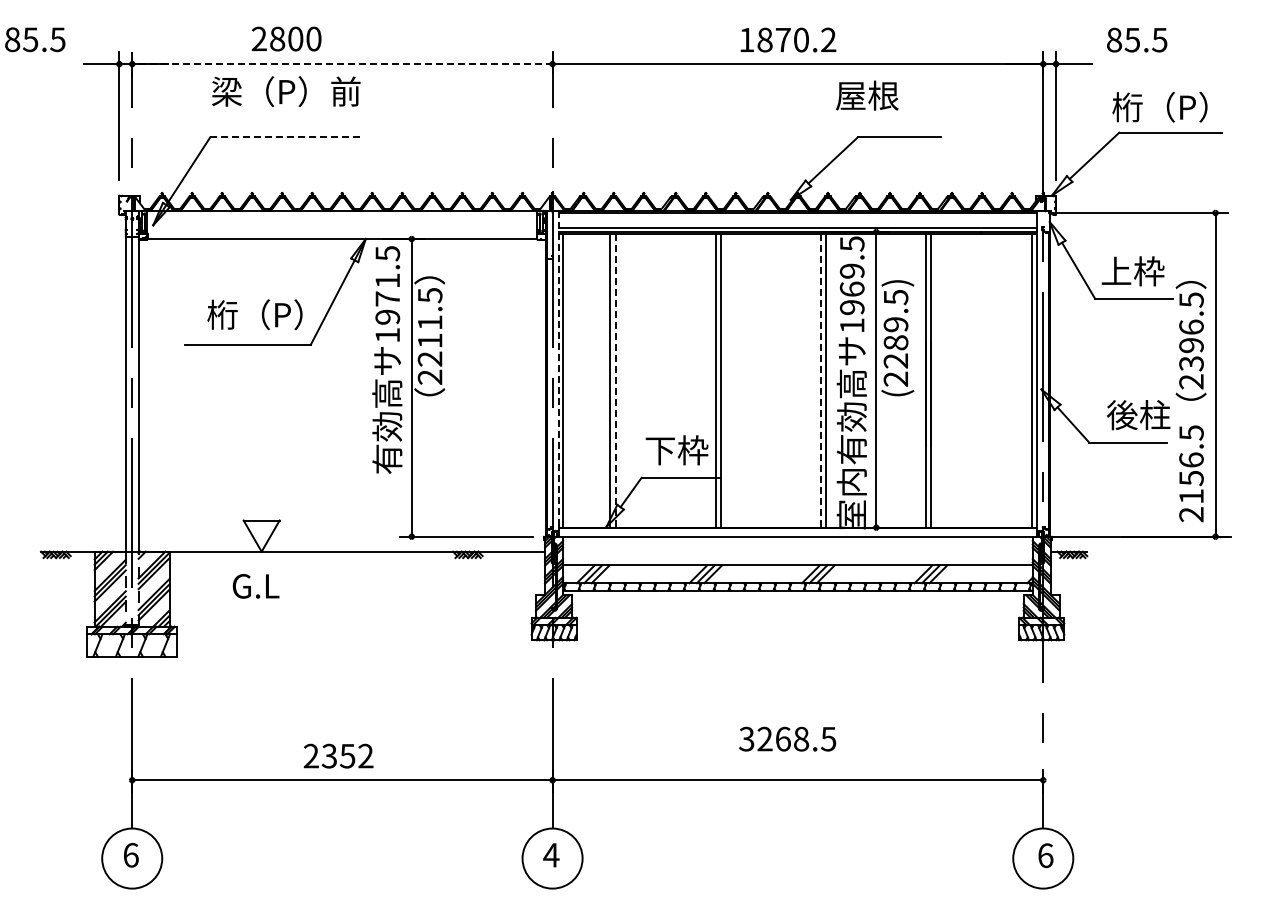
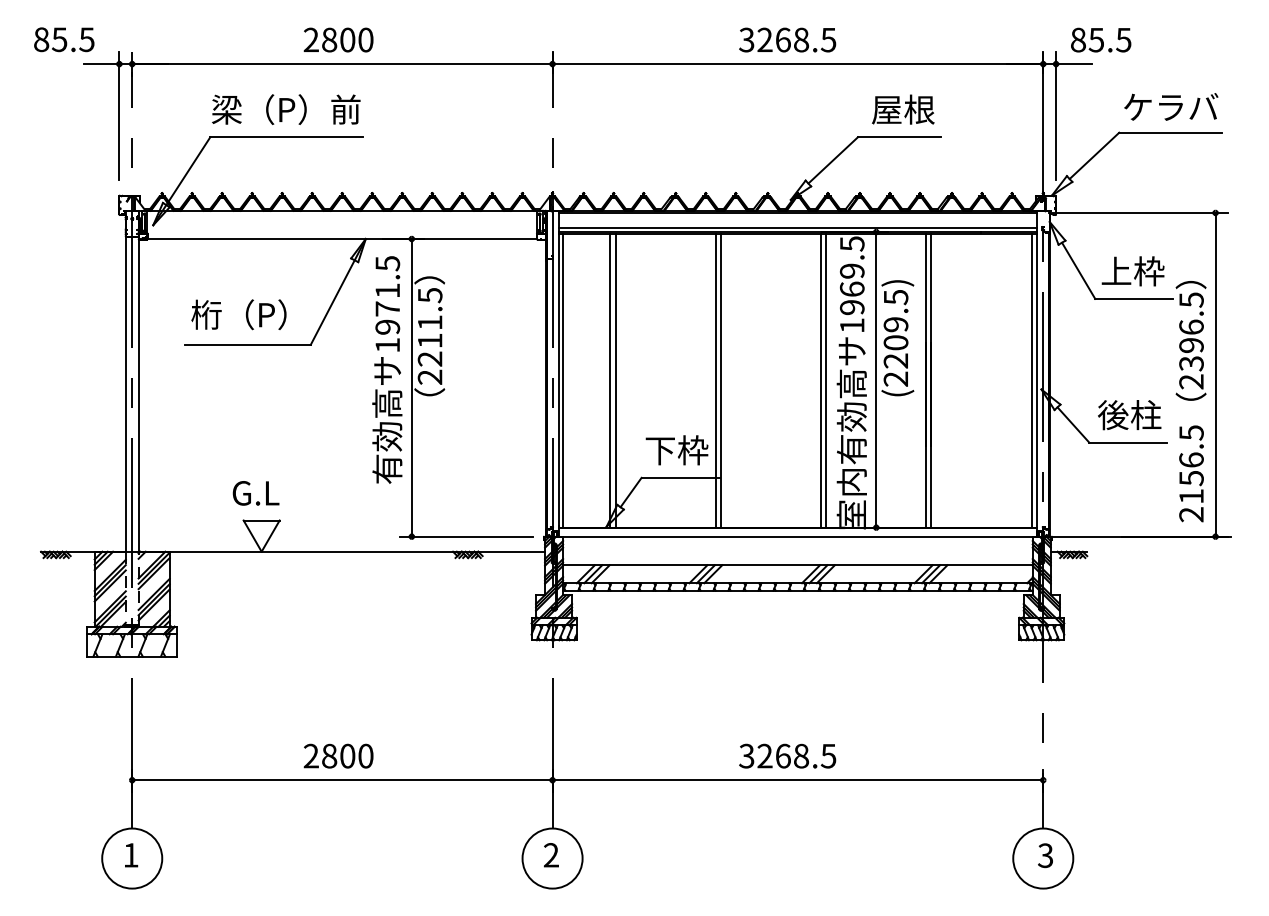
text at (286, 38) position: (286, 38) -> (338, 39)
text at (35, 39) position: (35, 39) -> (64, 39)
text at (787, 39): 1870.2 -> 3268.5
text at (1137, 39) position: (1137, 39) -> (1101, 39)
line at (341, 64): dashed -> solid
text at (286, 91) position: (286, 91) -> (286, 109)
text at (867, 95) position: (867, 95) -> (903, 109)
text at (1165, 106): 桁（P） -> ケラバ
line at (287, 137): dashed -> solid
text at (254, 314) position: (254, 314) -> (238, 314)
text at (896, 342): (2289.5) -> (2209.5)
text at (387, 359) position: (387, 359) -> (387, 369)
line at (558, 368): dashed -> solid
line at (616, 381): dashed -> solid
line at (820, 381): dashed -> solid
text at (1138, 415) position: (1138, 415) -> (1129, 415)
text at (255, 586) position: (255, 586) -> (255, 493)
text at (787, 738) position: (787, 738) -> (787, 755)
text at (347, 755): 2352 -> 2800
text at (131, 855): 6 -> 1
text at (551, 855): 4 -> 2
text at (1045, 855): 6 -> 3
